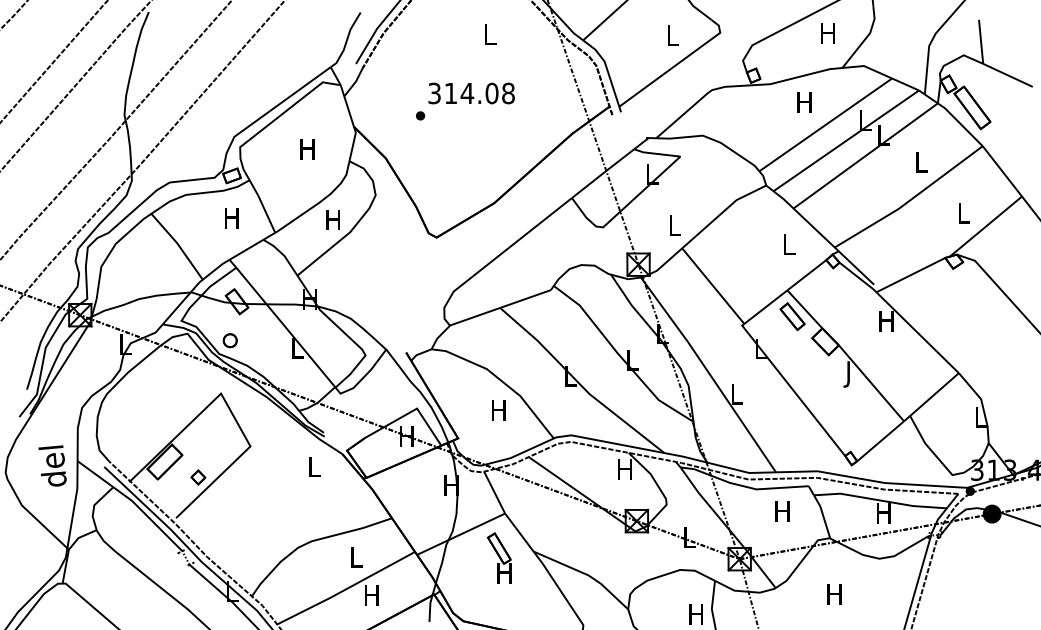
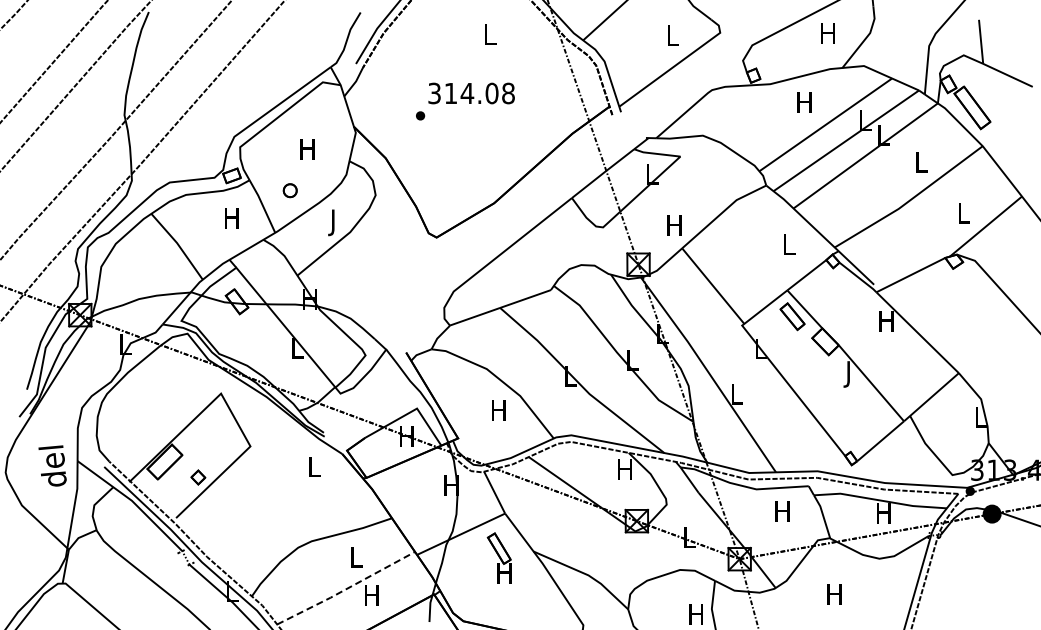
text at (332, 222): H -> J
text at (674, 225): L -> H
part at (229, 340) position: (229, 340) -> (289, 190)
line at (346, 589): solid -> dashed
